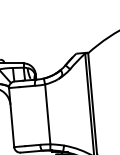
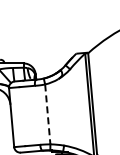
line at (47, 114): solid -> dashed
